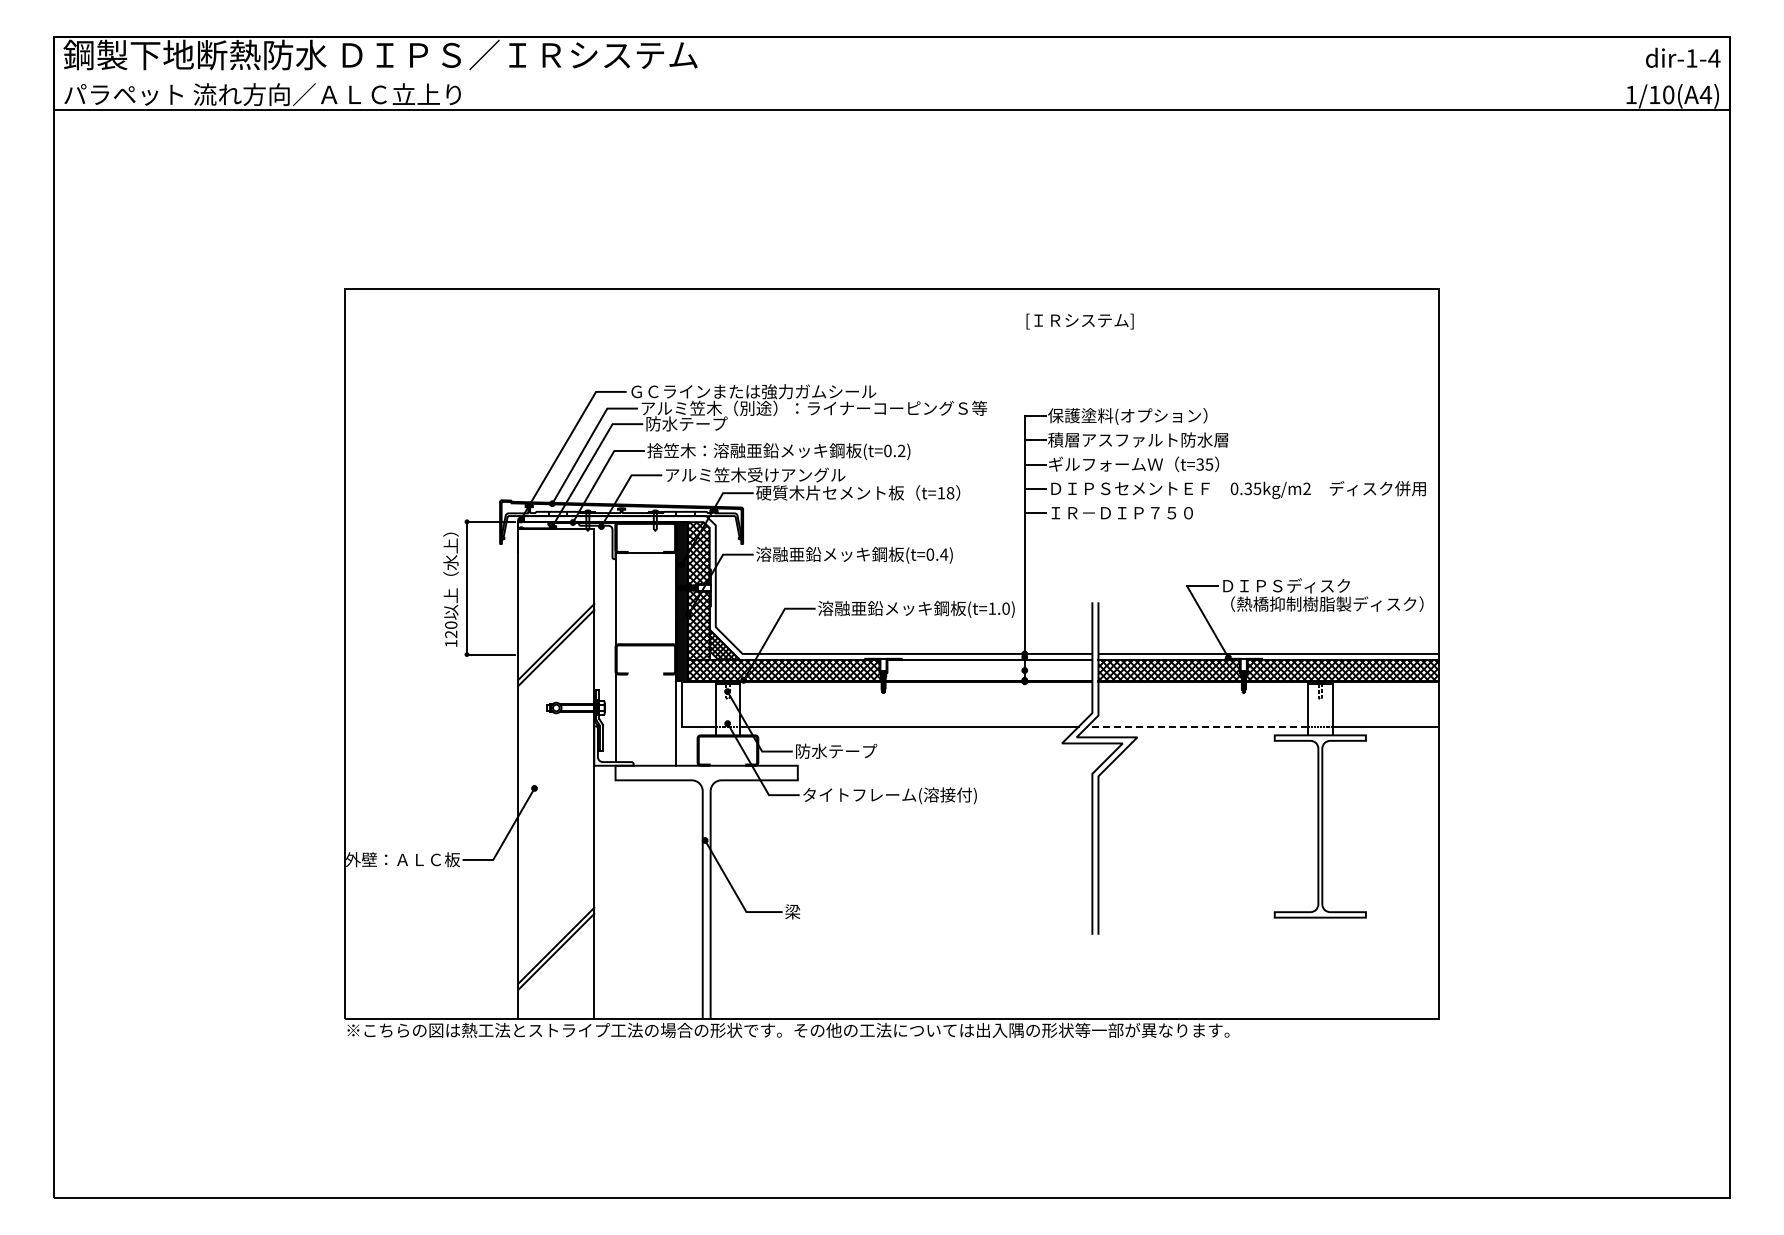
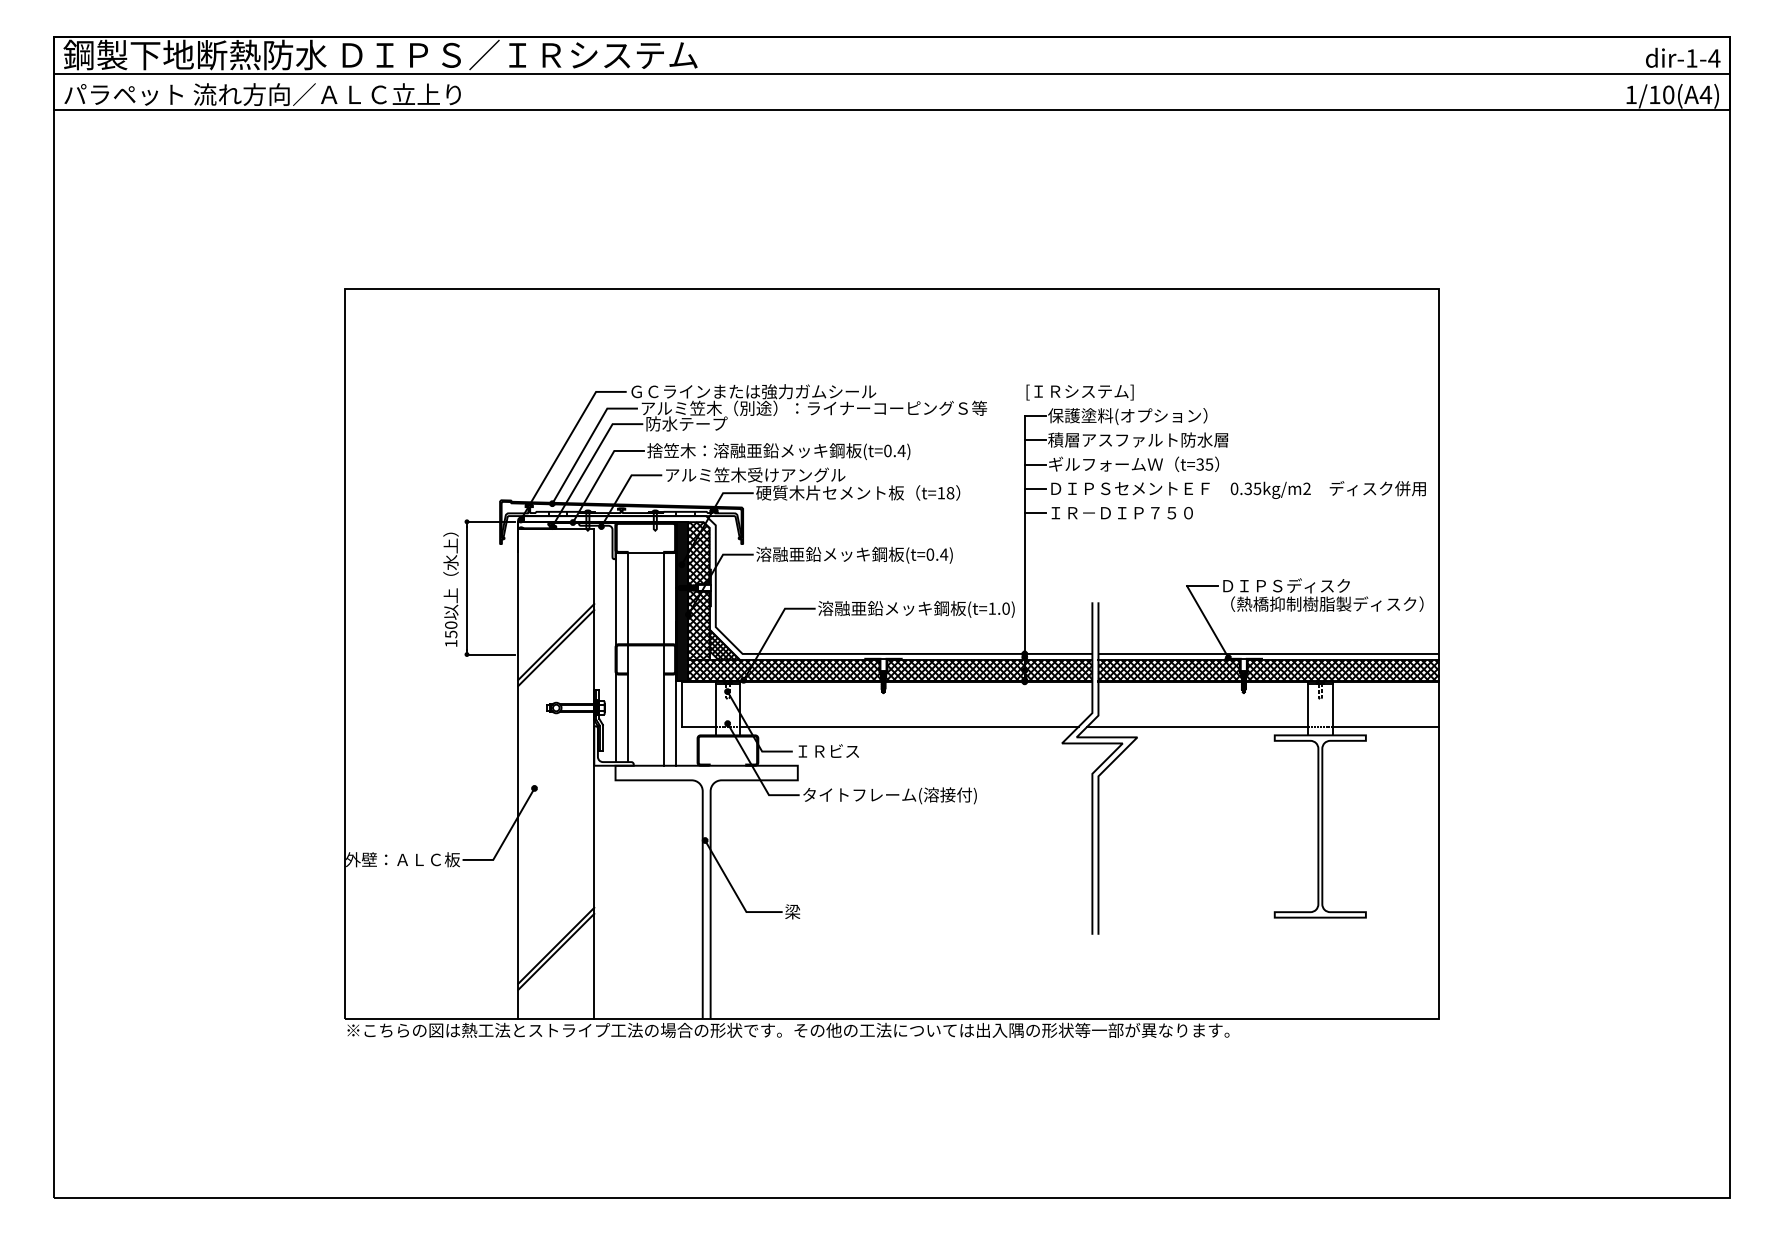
line at (891, 73): none -> present
text at (1079, 321) position: (1079, 321) -> (1079, 392)
text at (901, 450): (t=0.2) -> (t=0.4)
text at (451, 634): 120 -> 150
line at (627, 657): none -> present
line at (664, 659): none -> present
hatch at (987, 670): none -> present
line at (1197, 726): dashed -> solid
text at (836, 750): 防水テープ -> ＩＲビス
